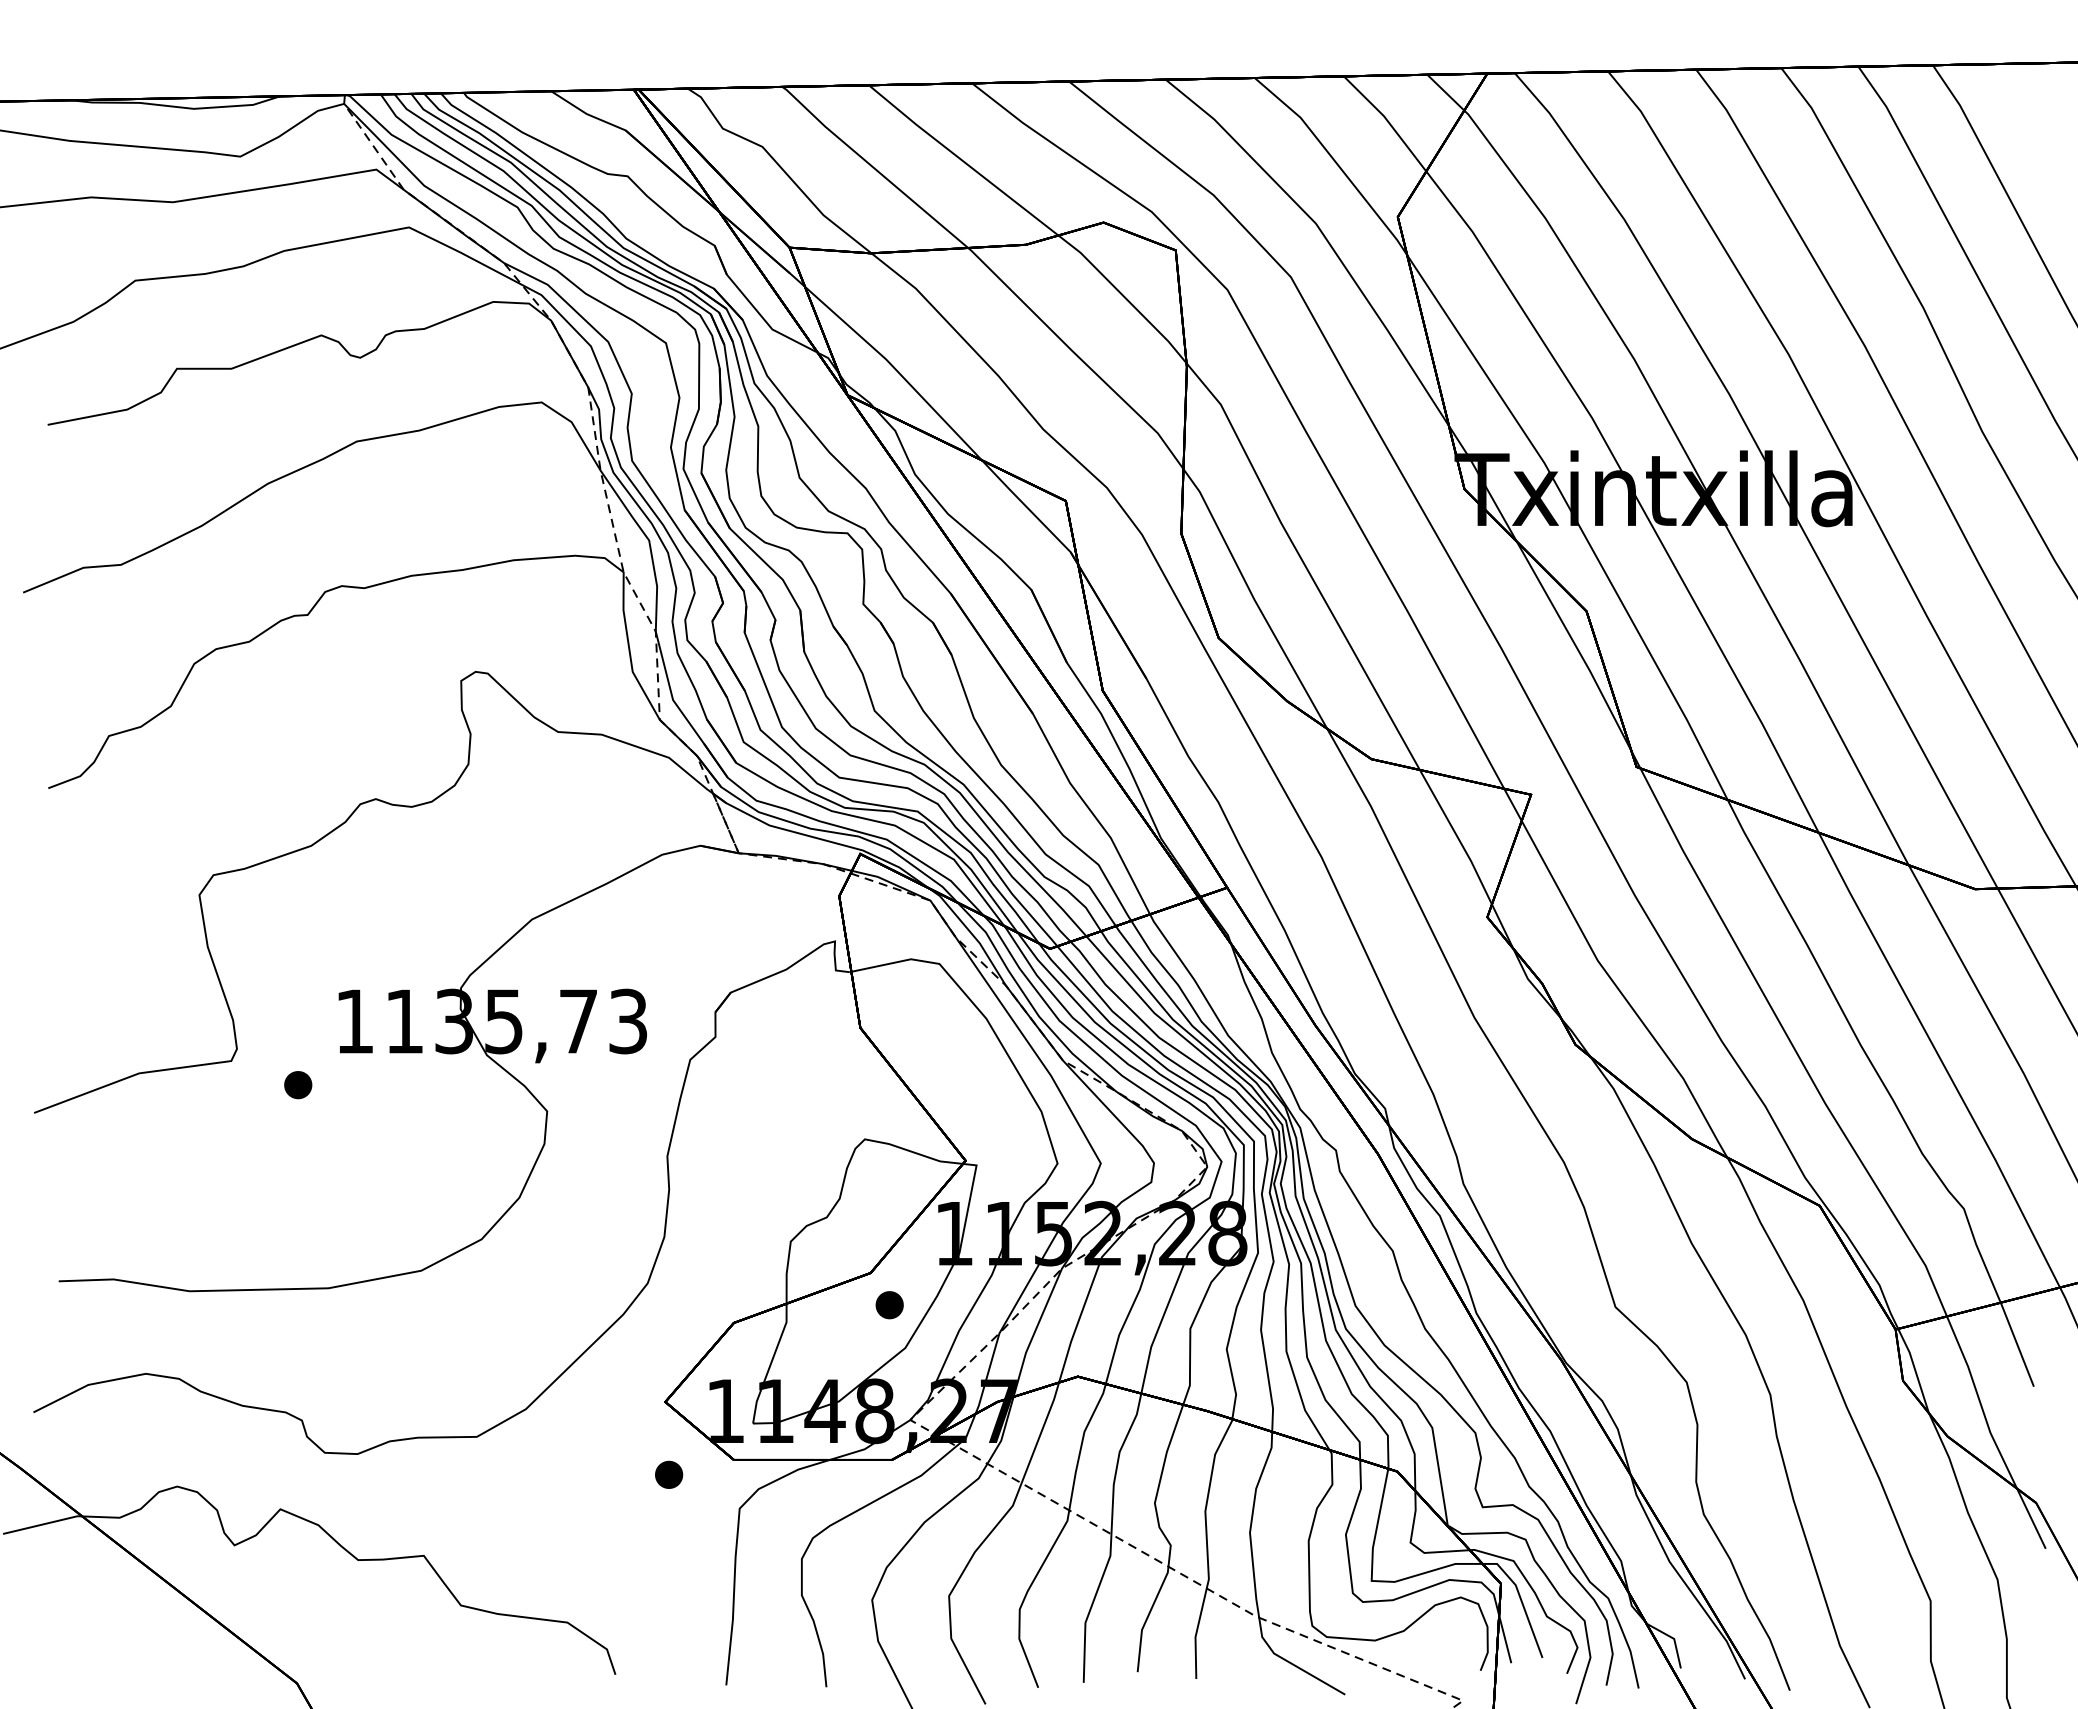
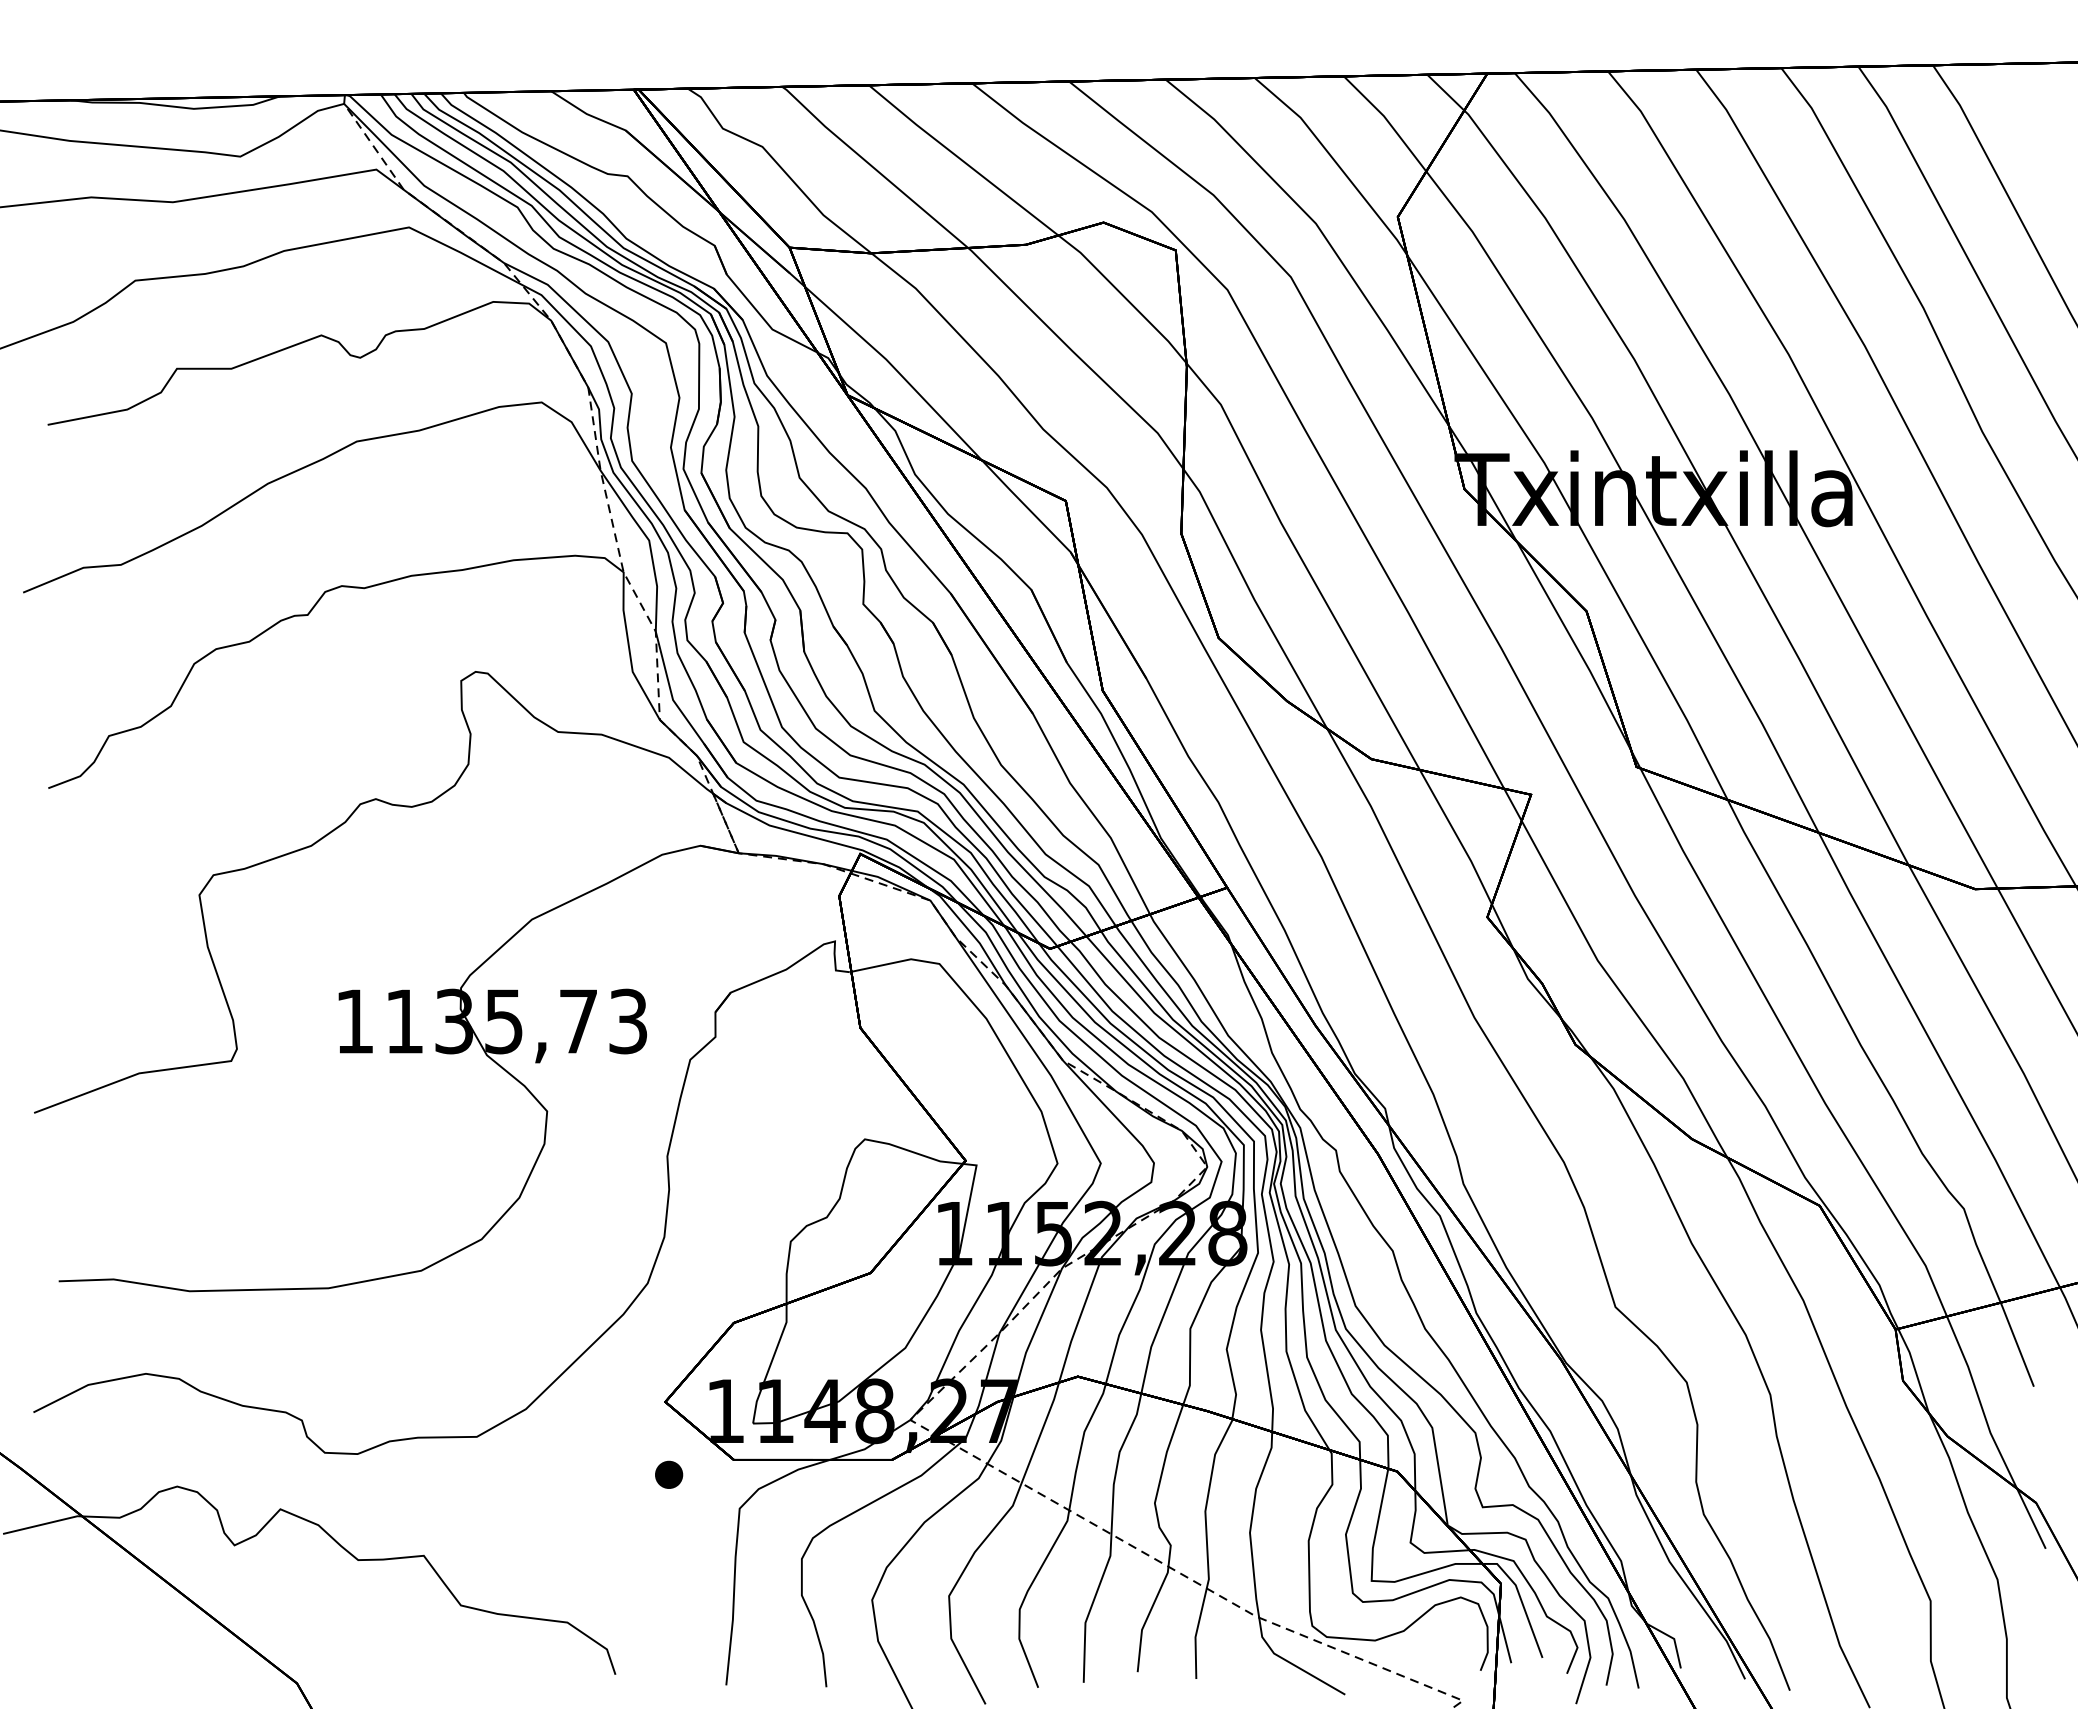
part at (298, 1085): present -> none
part at (889, 1305): present -> none
